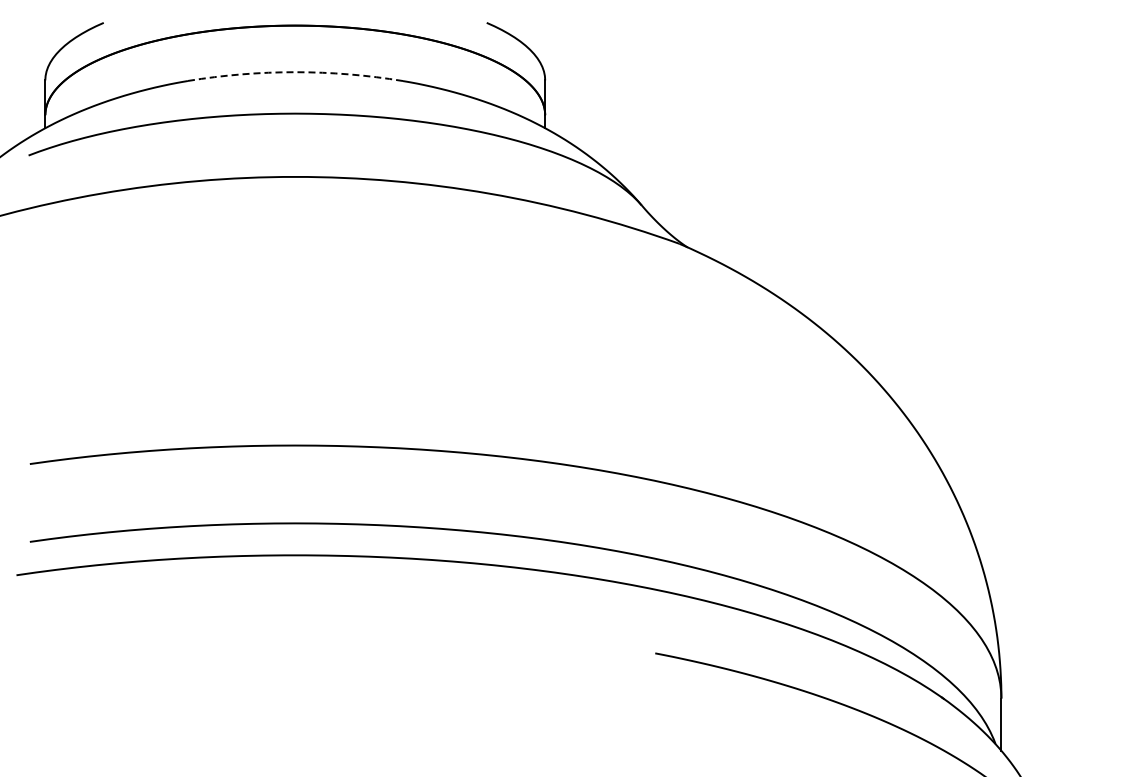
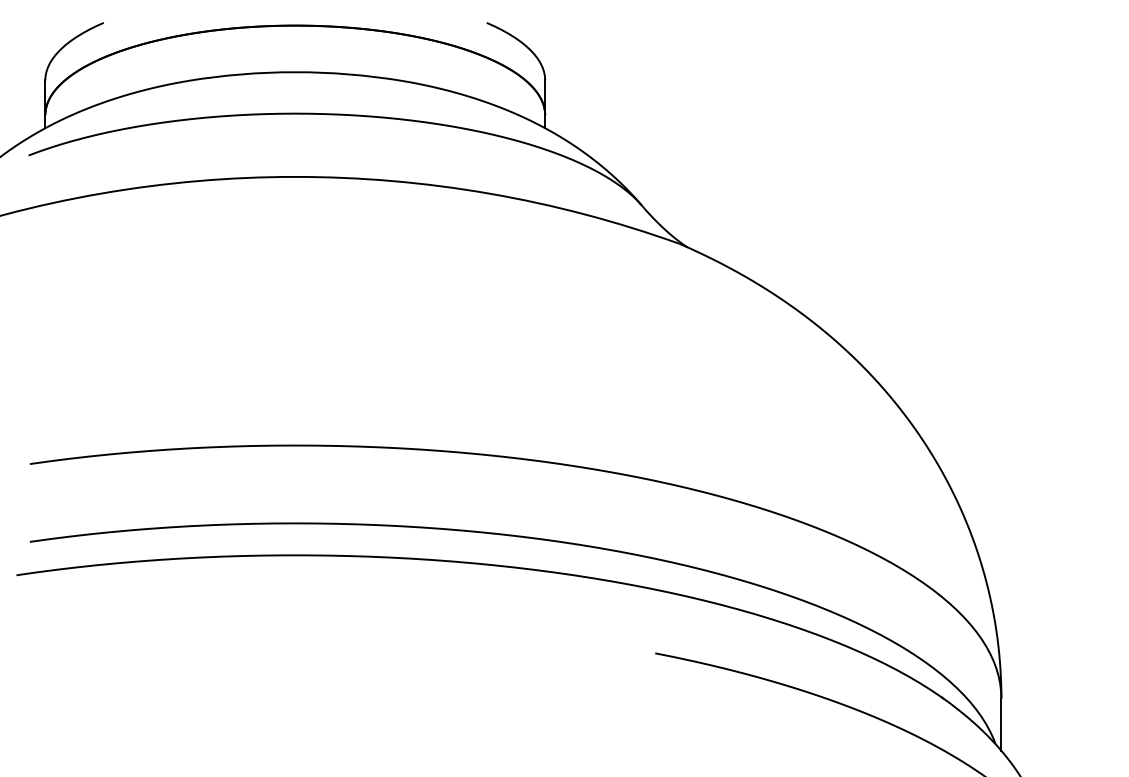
arc at (295, 72): dashed -> solid
